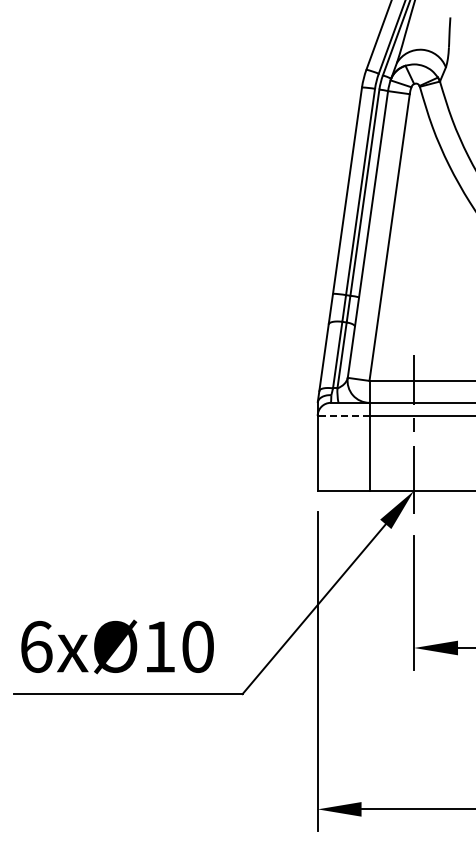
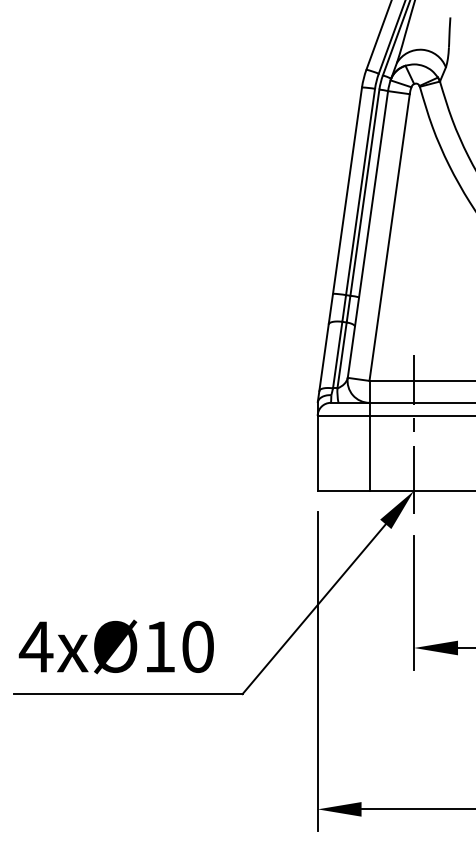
line at (343, 416): dashed -> solid
text at (35, 646): 6xØ10 -> 4xØ10
